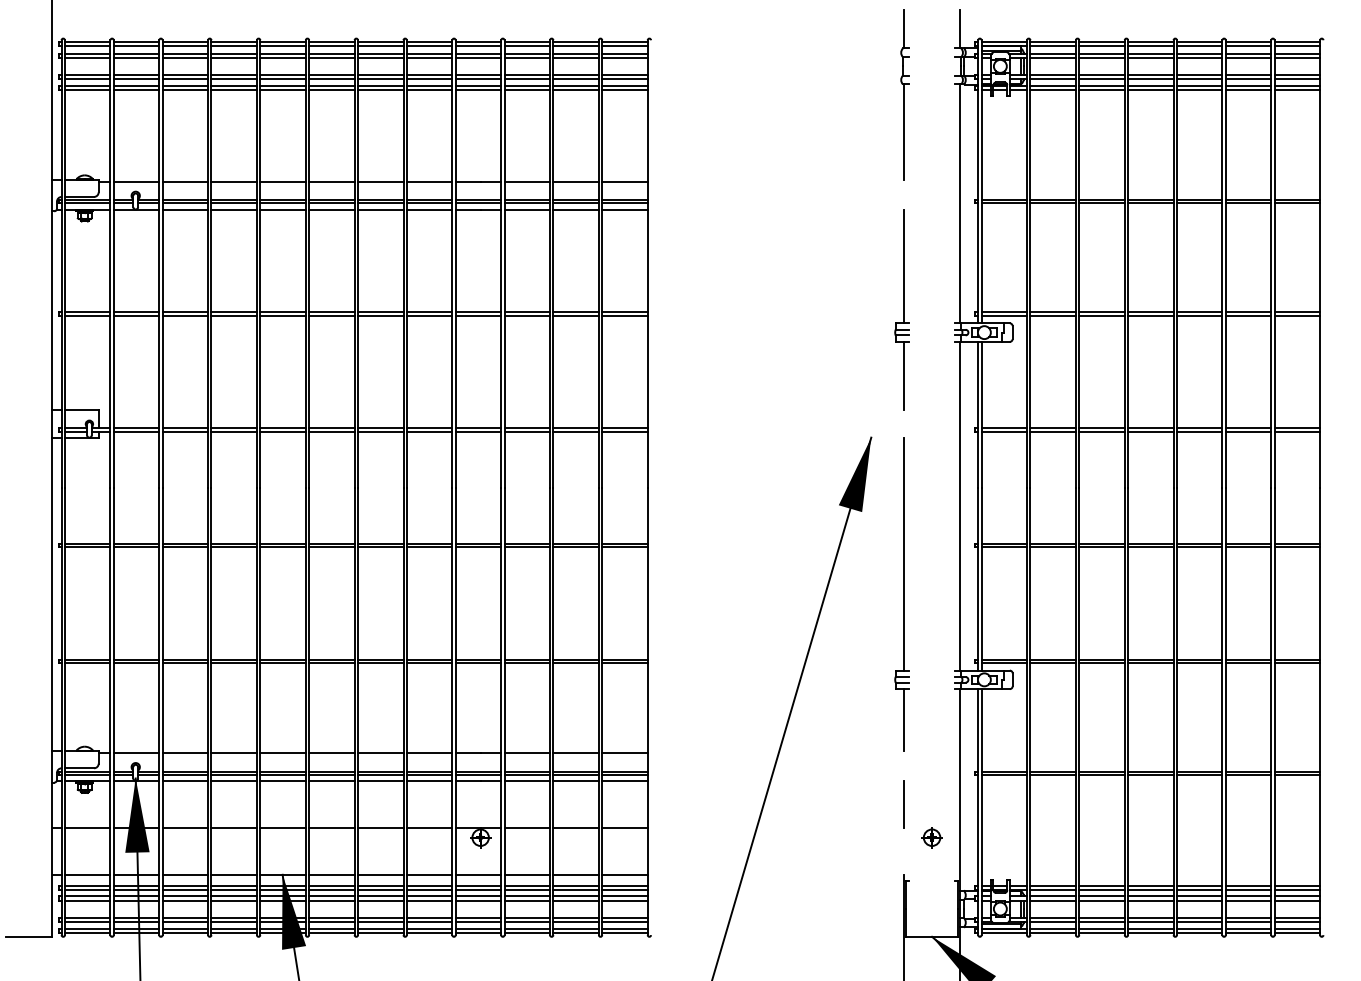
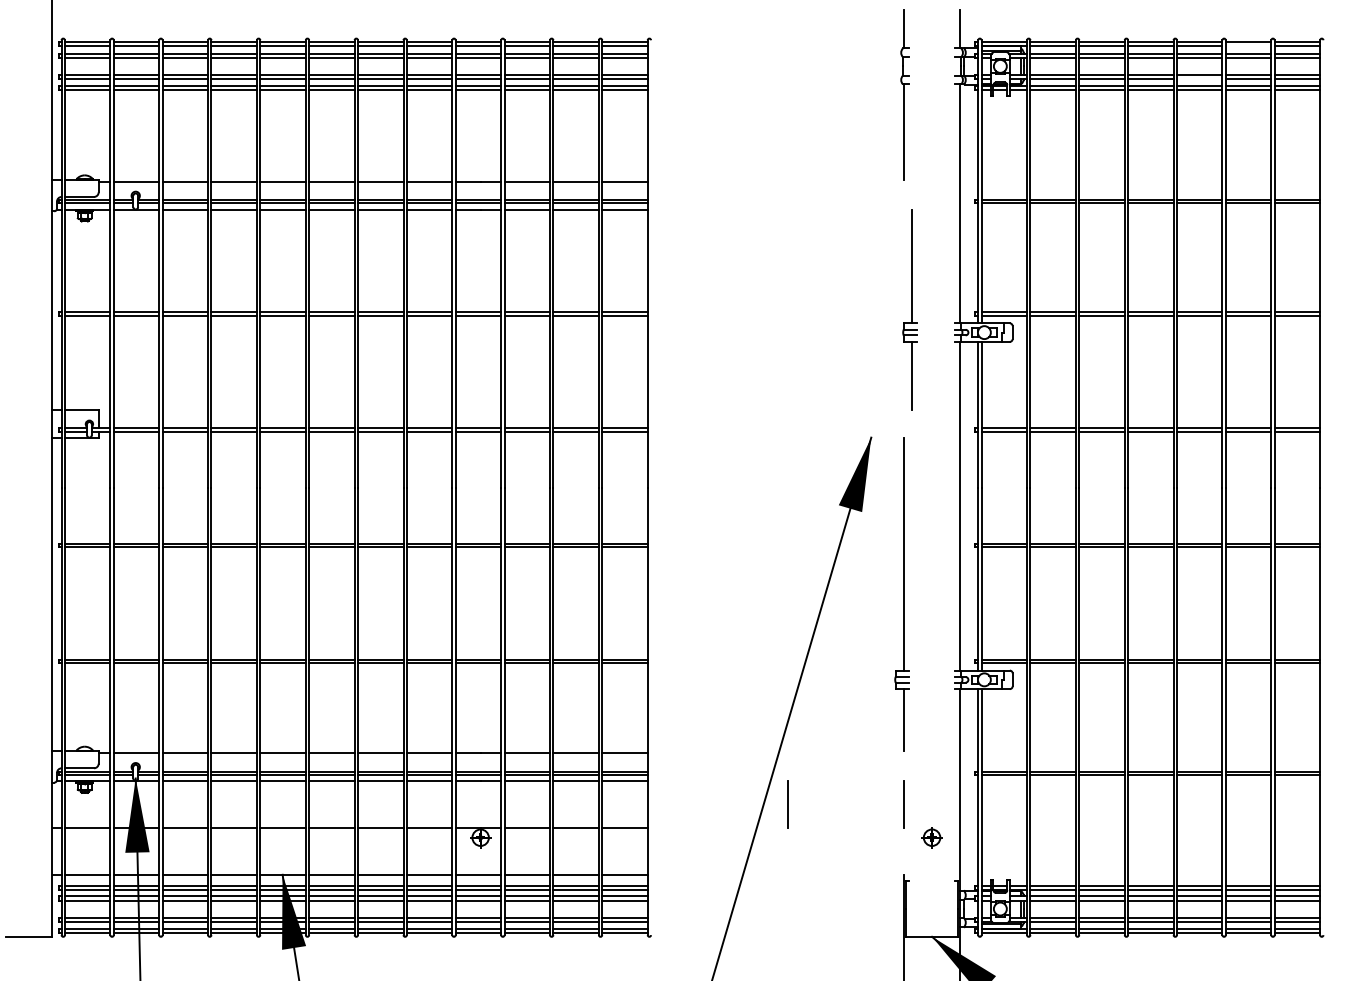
line at (1248, 46): present -> none
line at (1199, 79): present -> none
part at (901, 309) position: (901, 309) -> (909, 309)
line at (787, 804): none -> present
